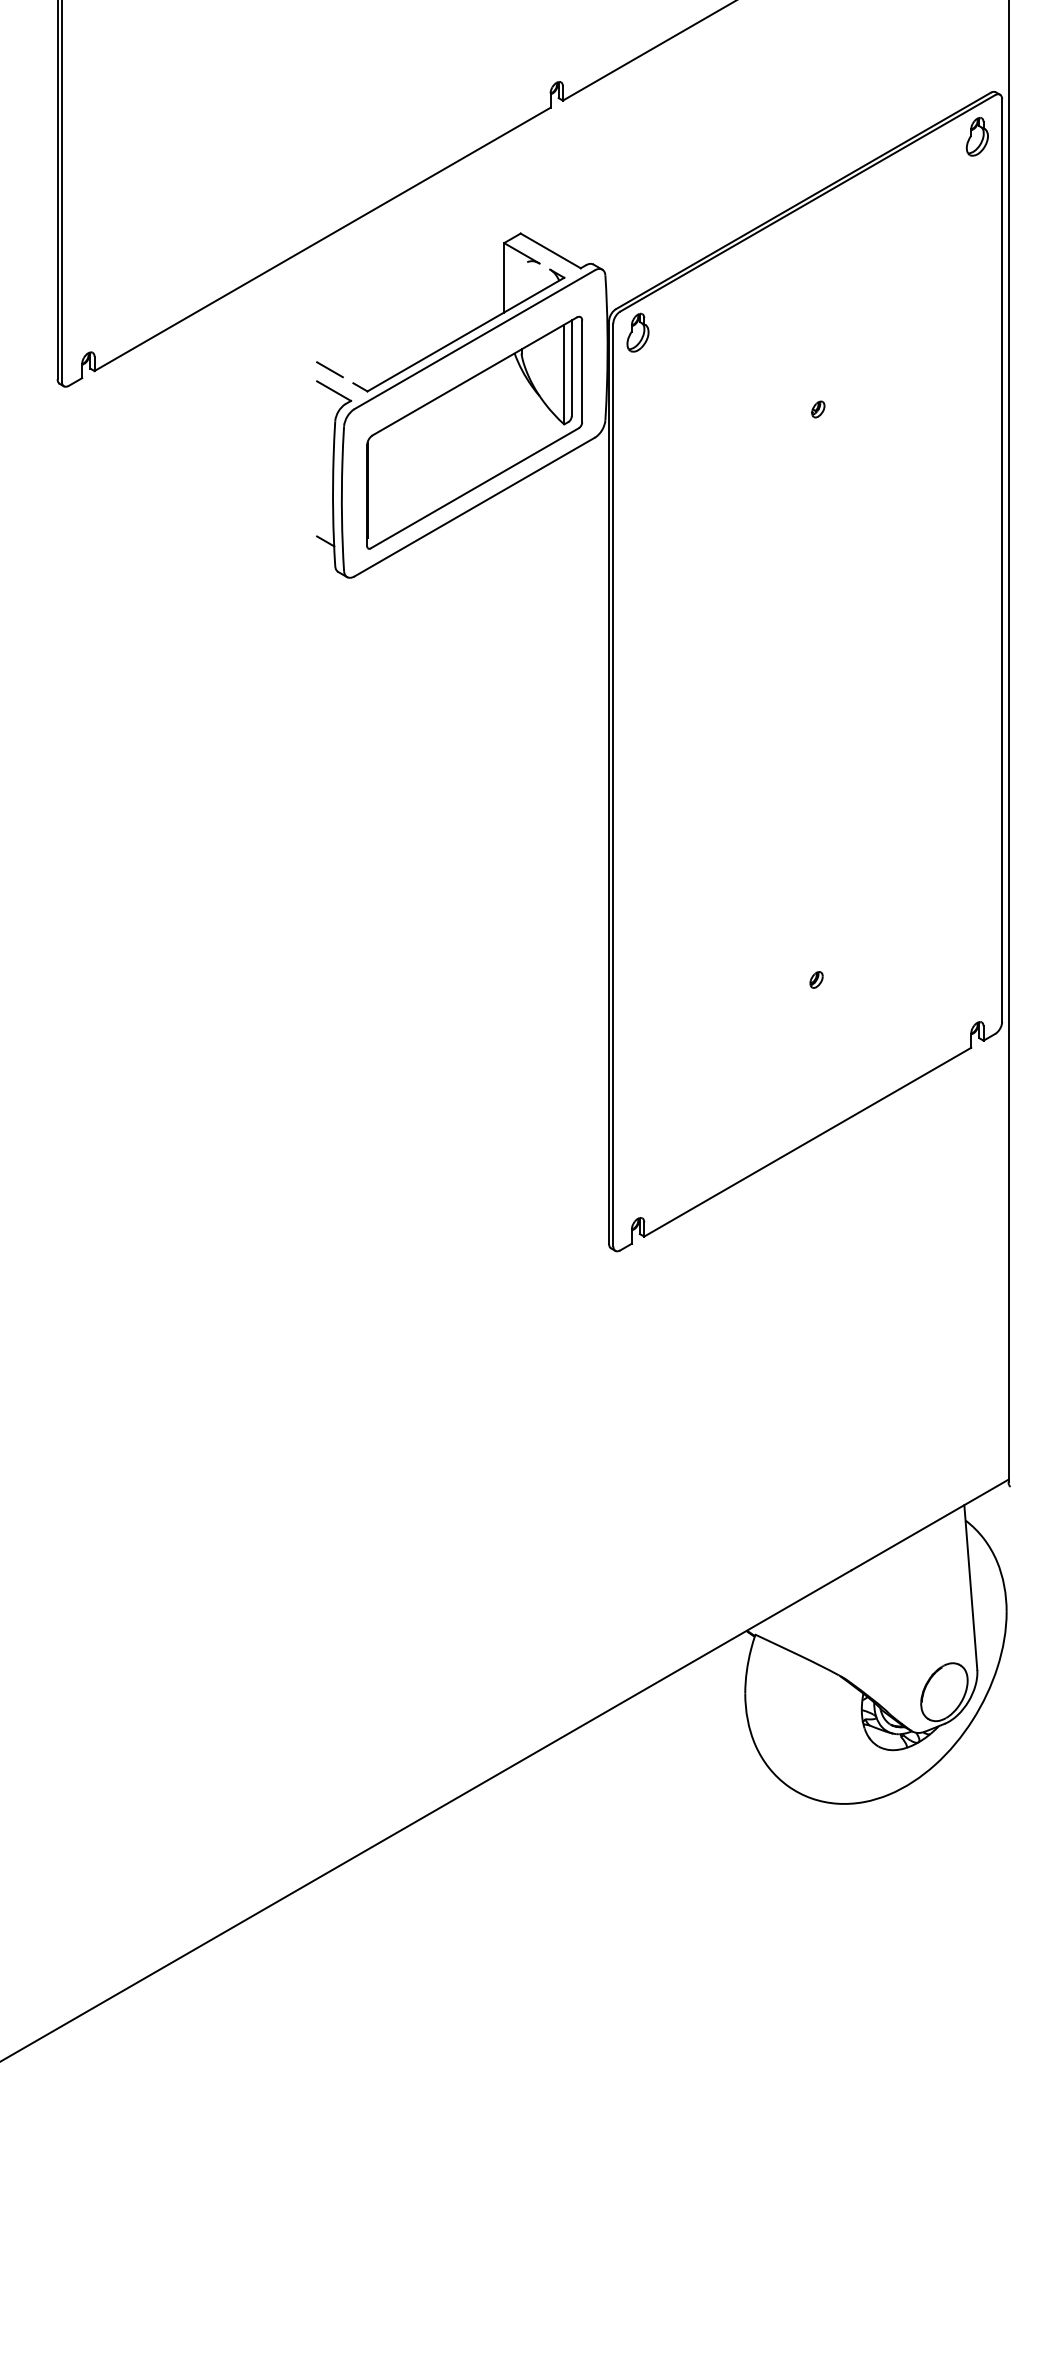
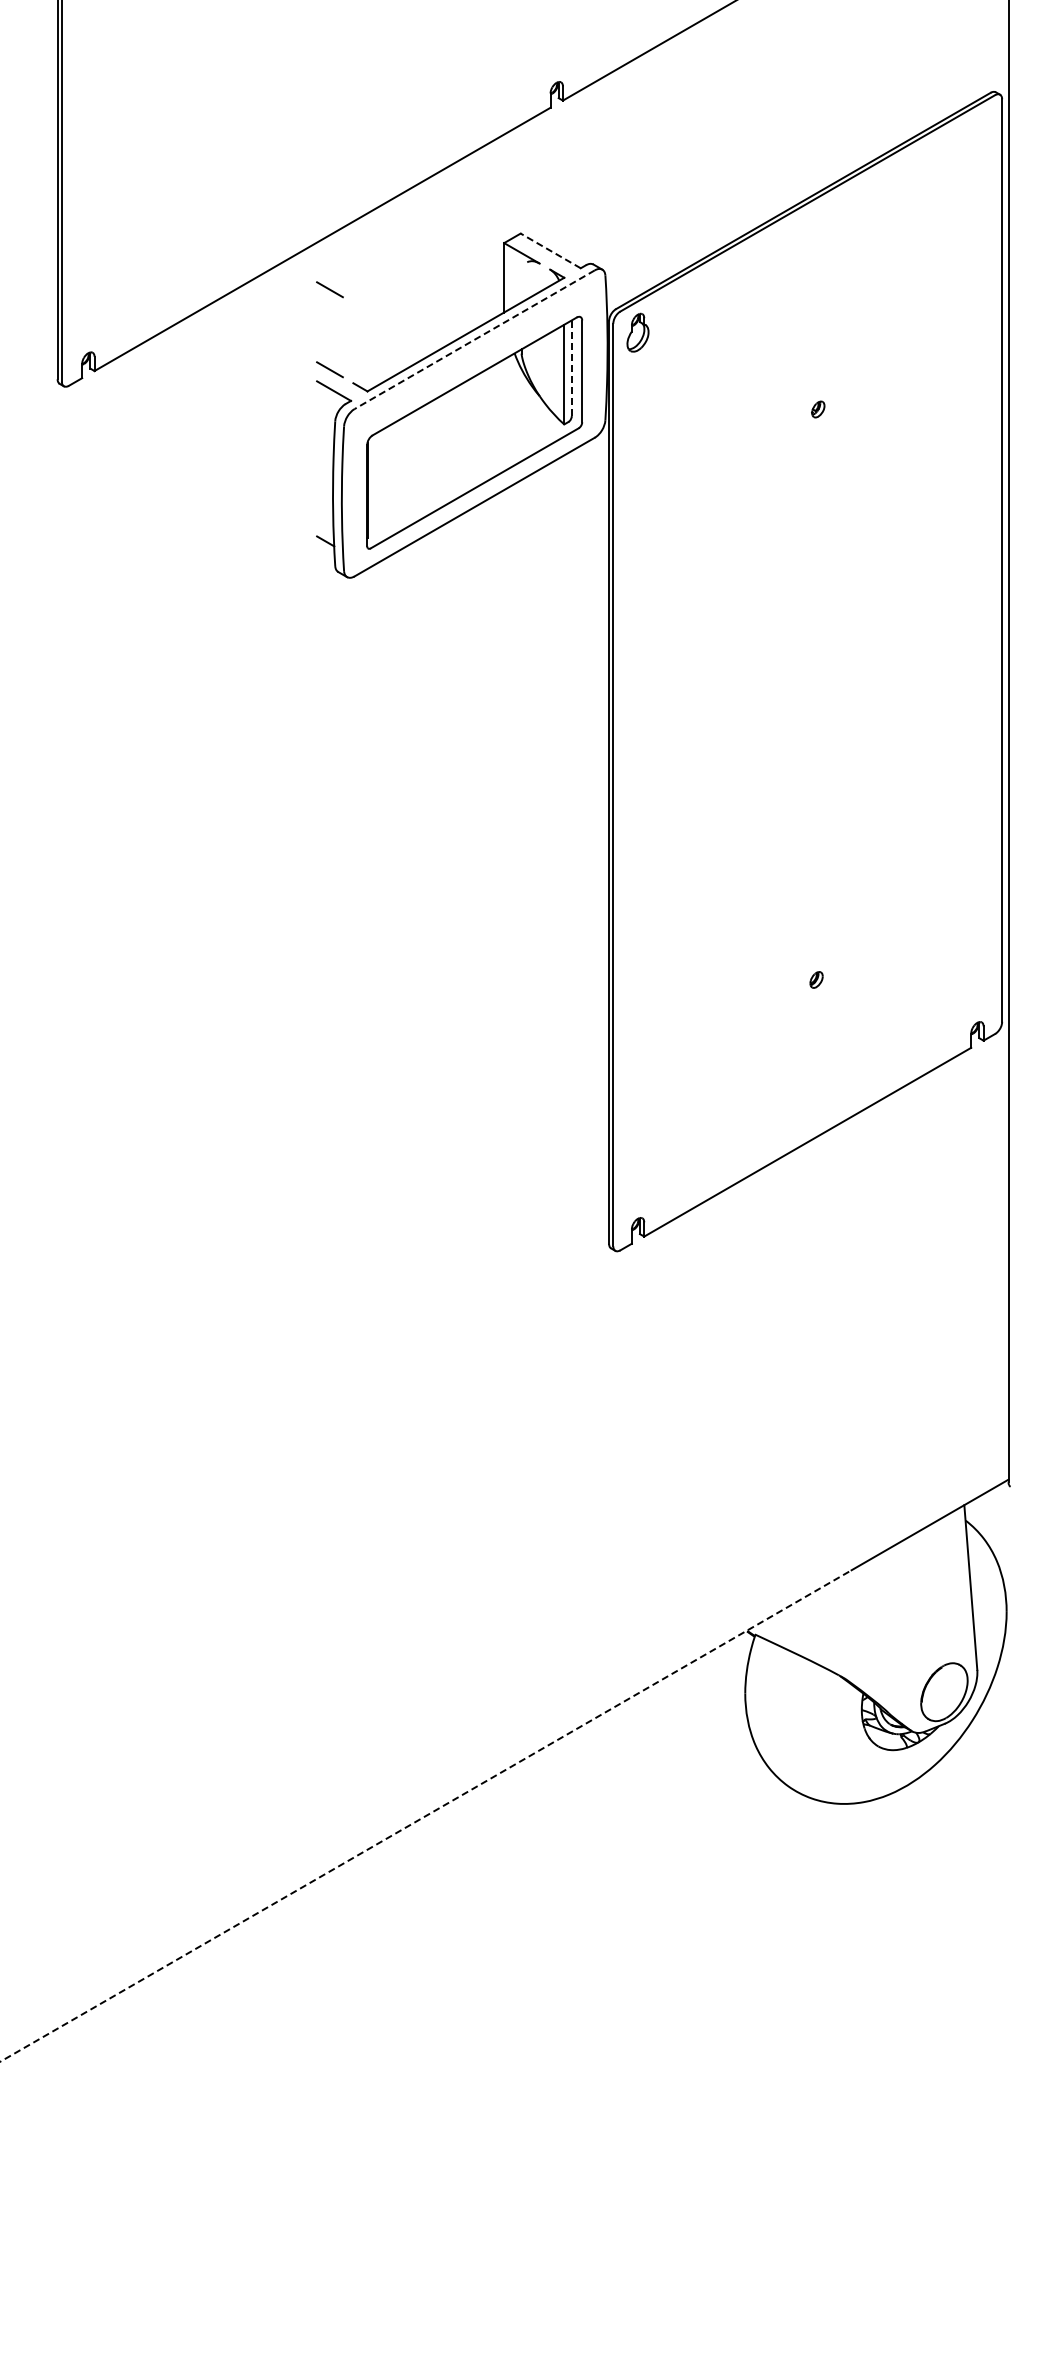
part at (976, 136): present -> none
line at (550, 250): solid -> dashed
line at (329, 289): none -> present
line at (474, 339): solid -> dashed
line at (571, 368): solid -> dashed
line at (426, 1815): solid -> dashed
